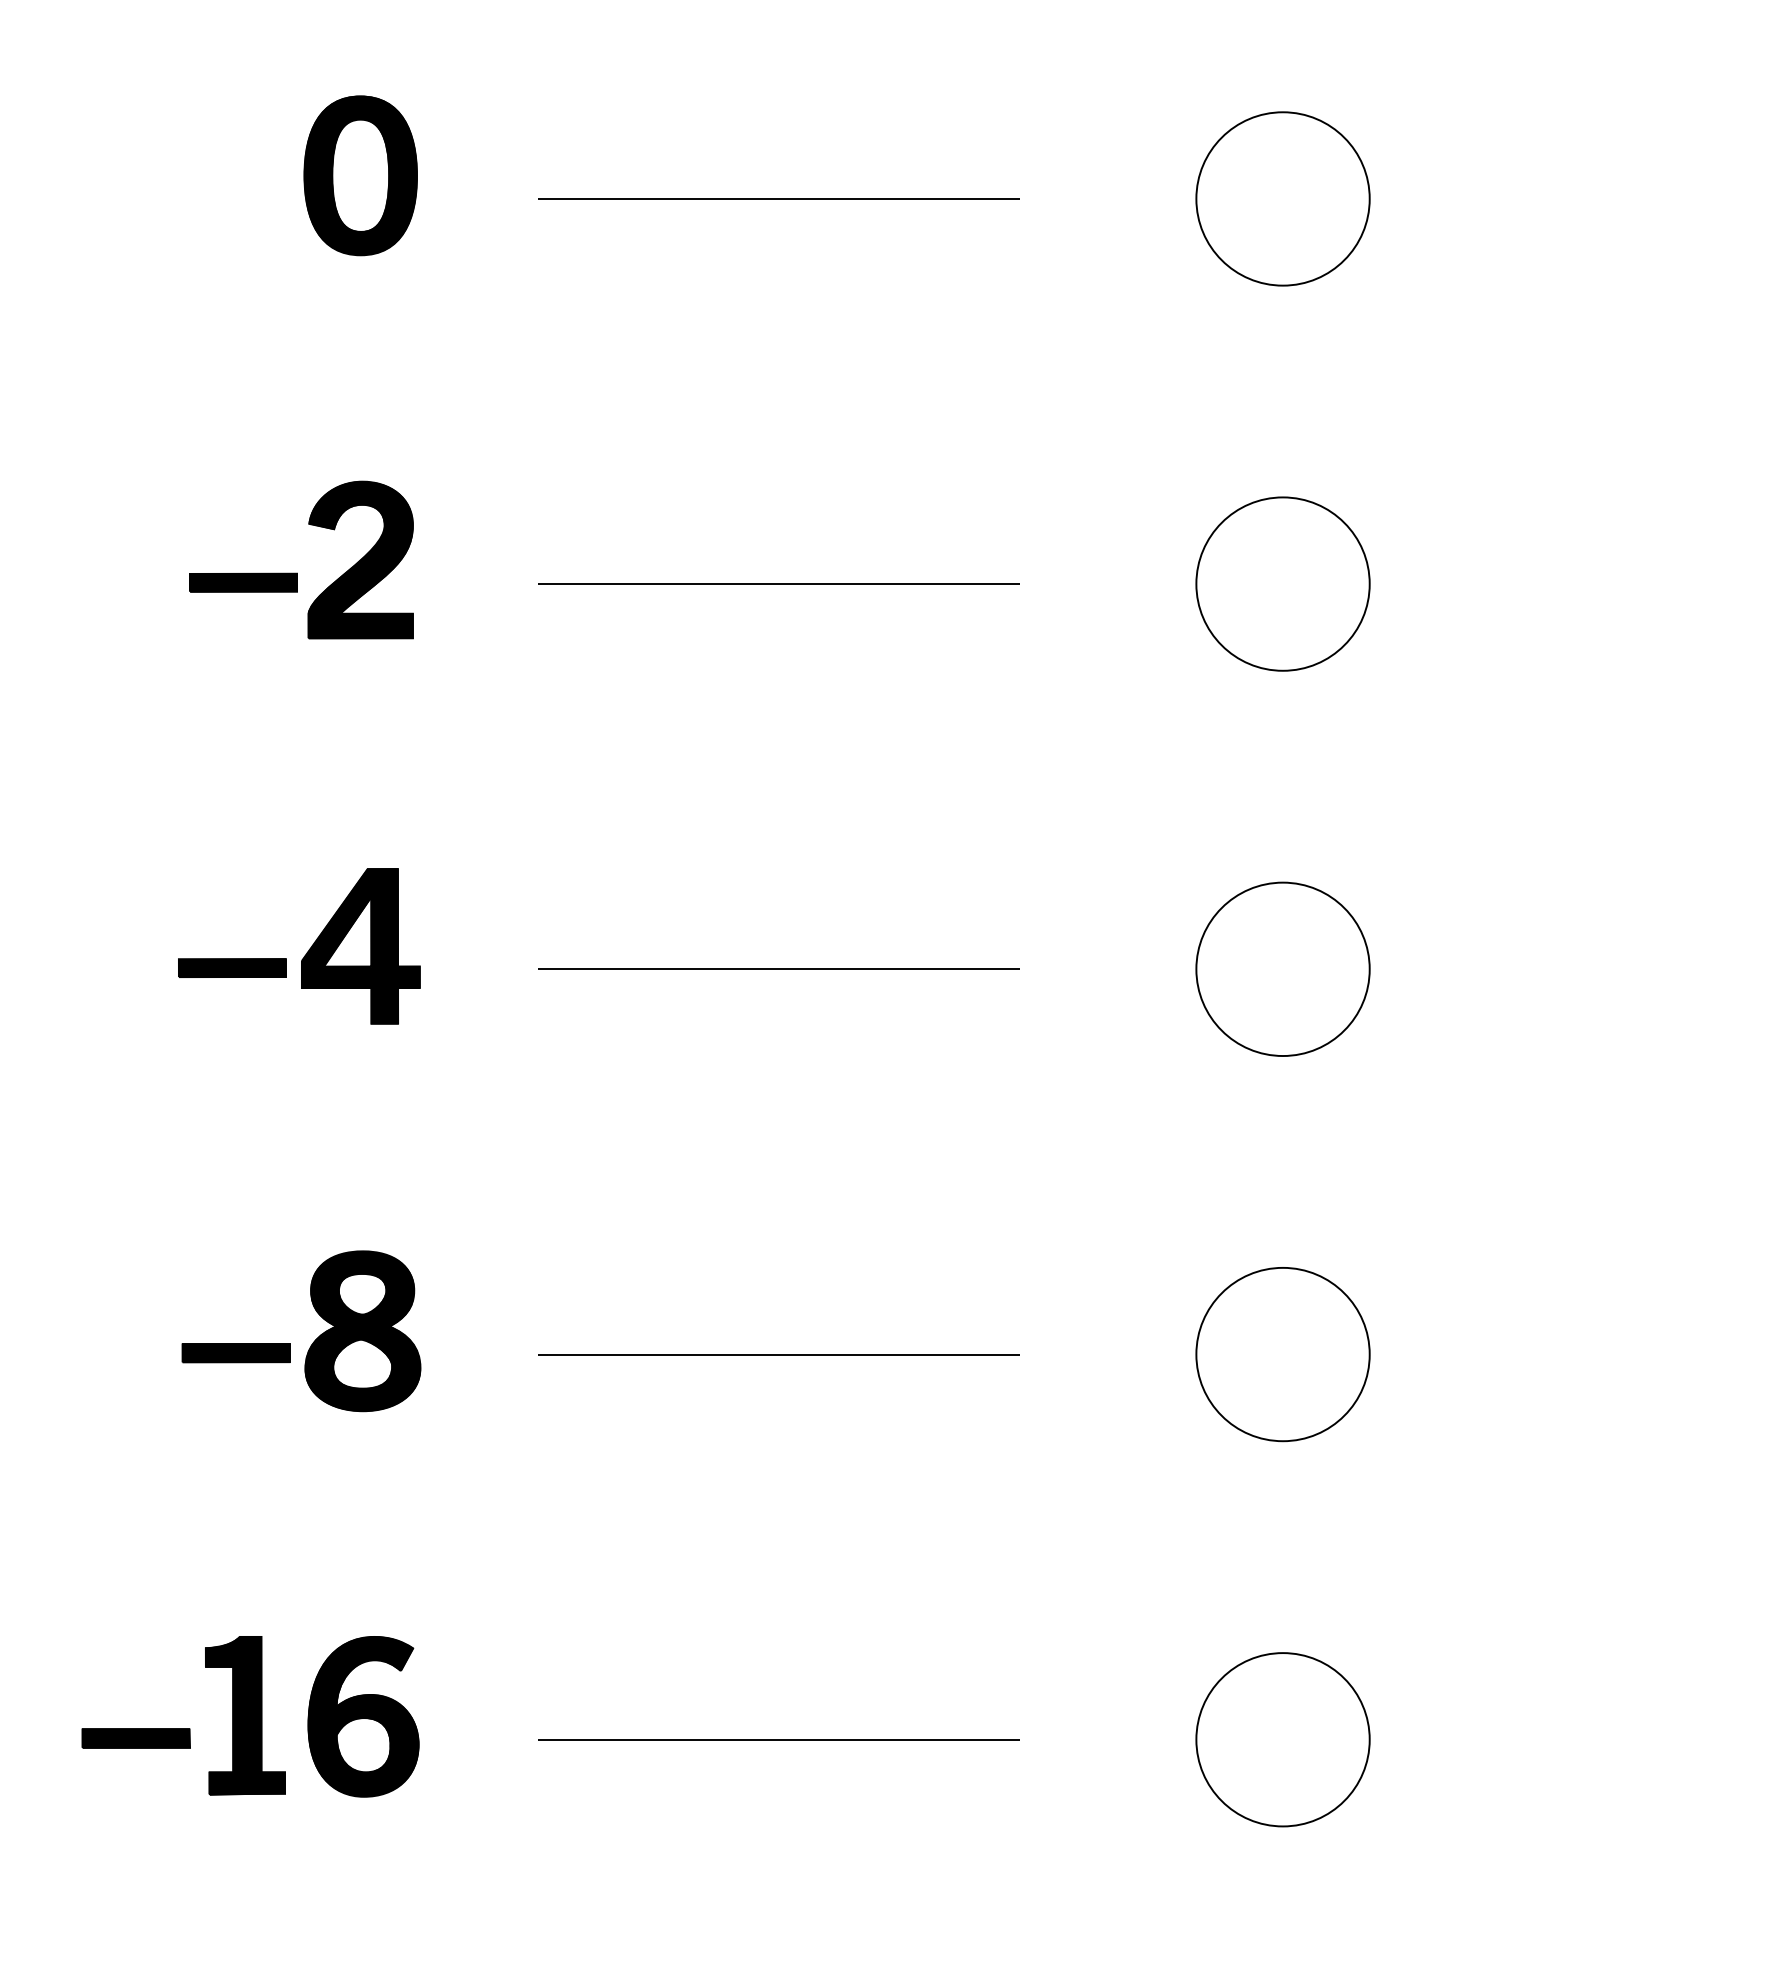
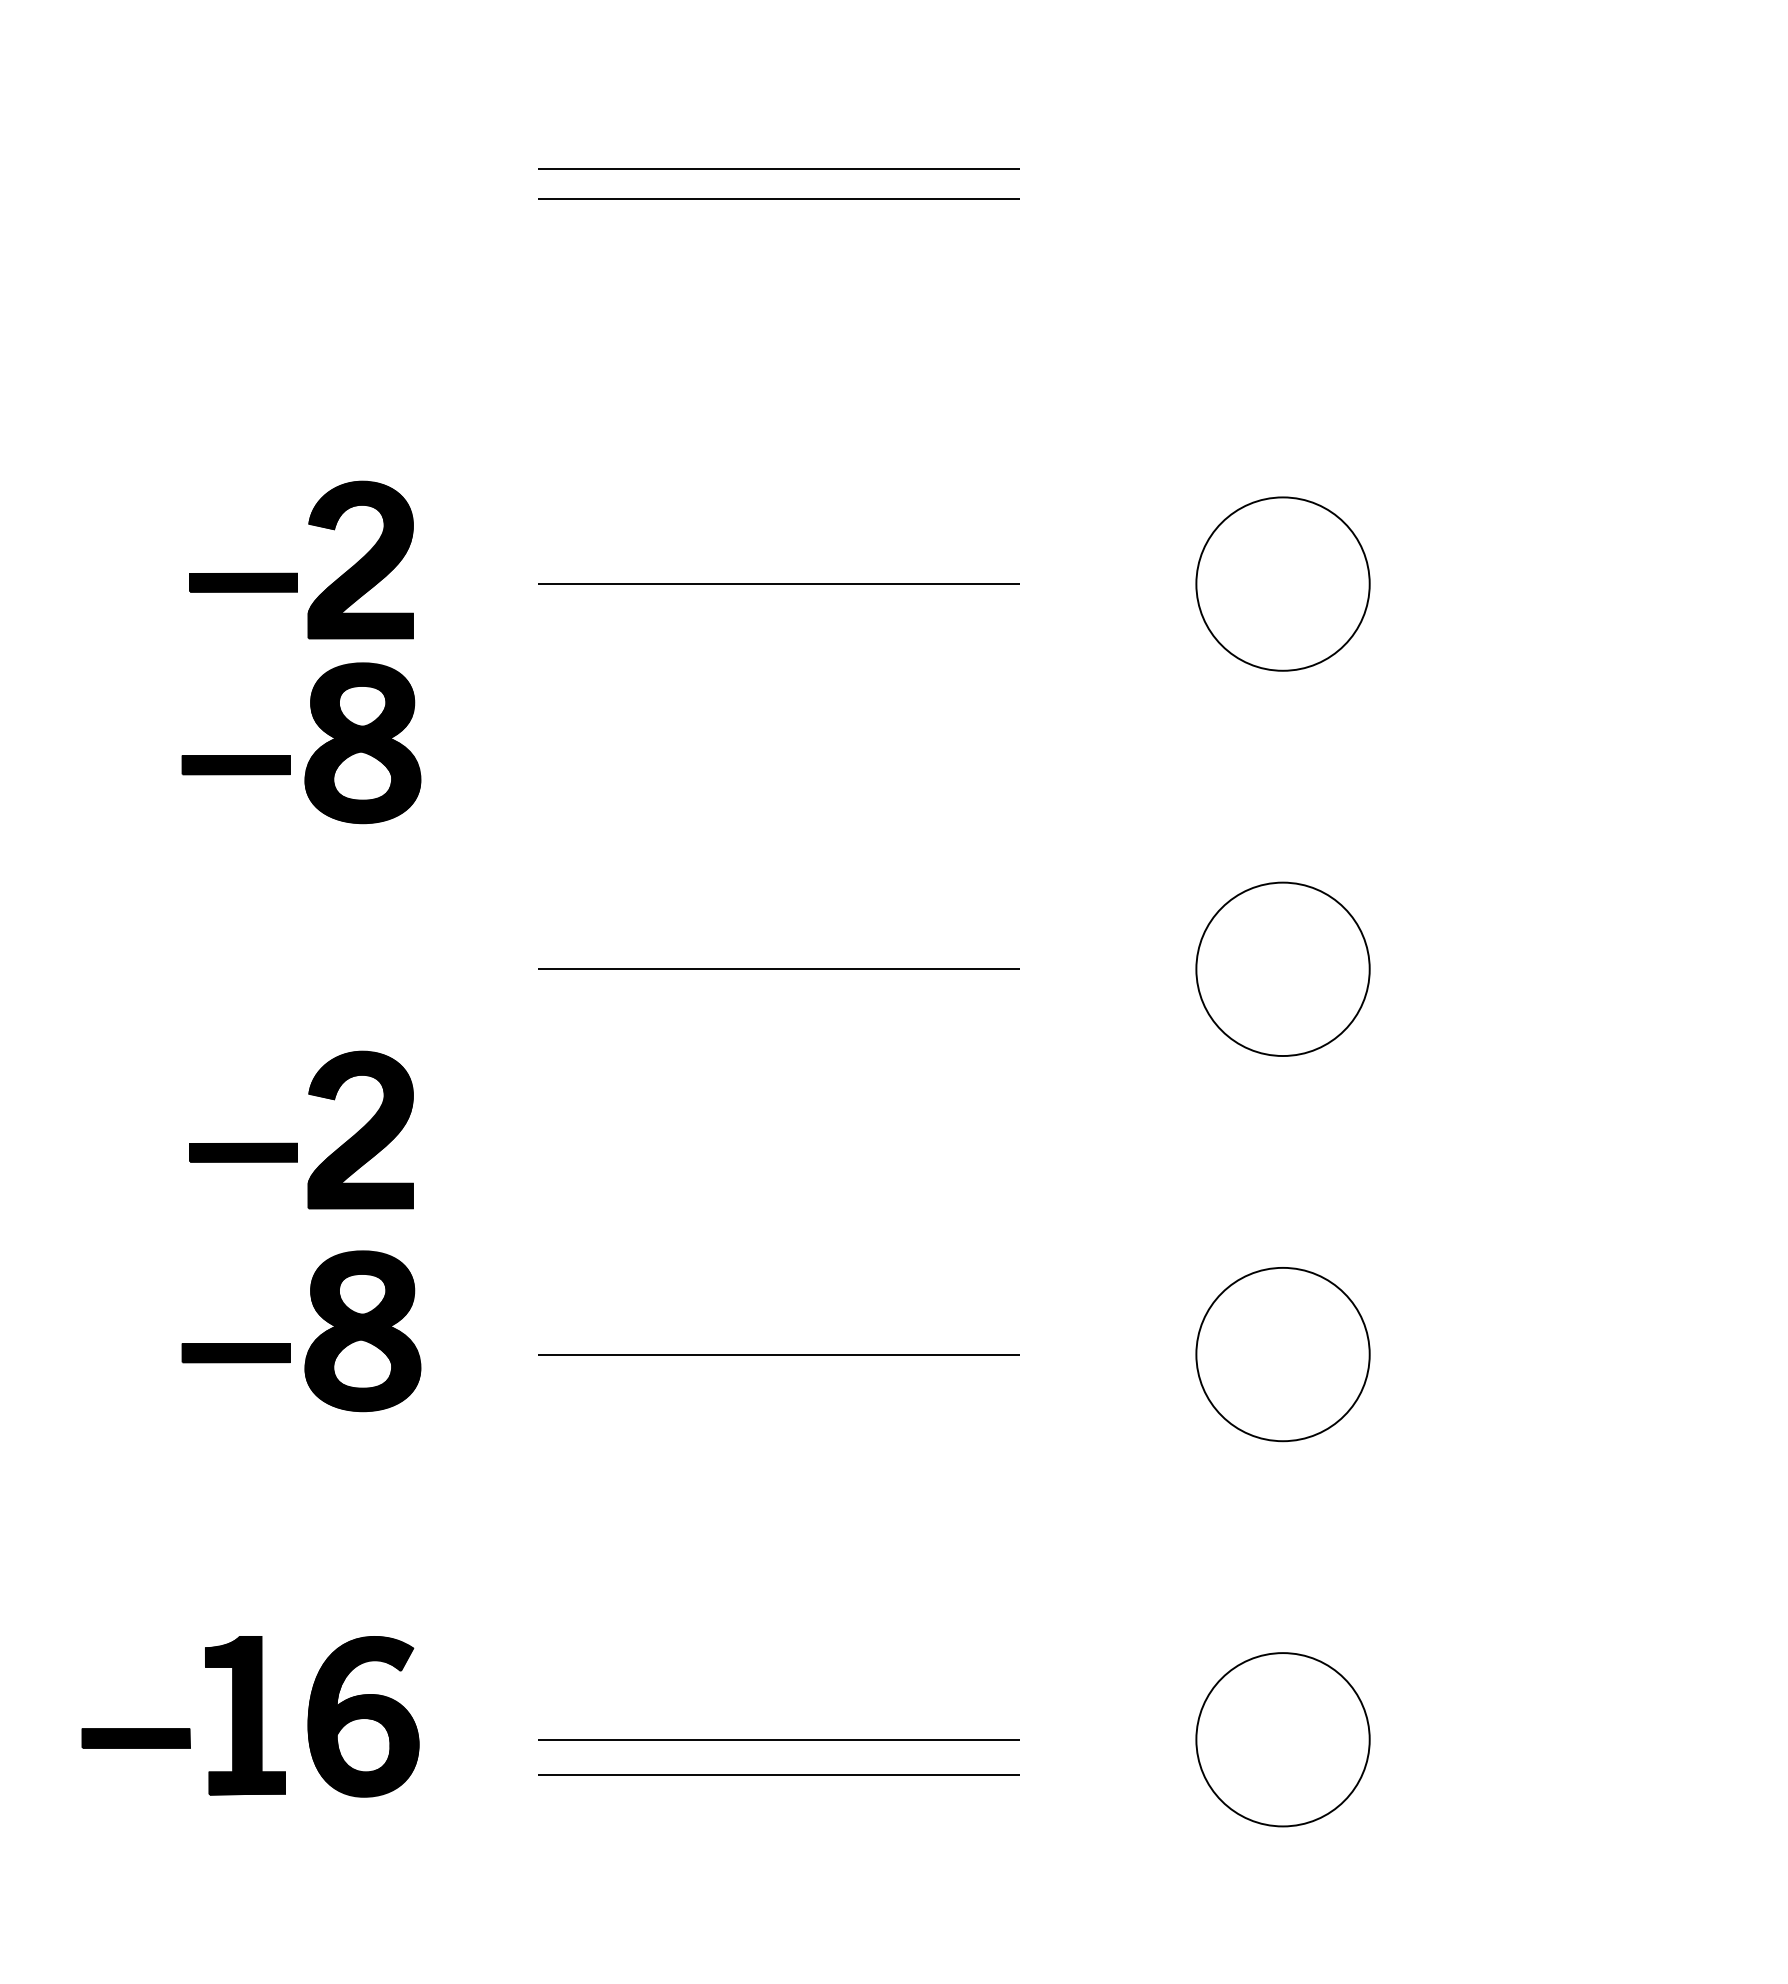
line at (778, 168): none -> present
part at (360, 175): present -> none
part at (1282, 198): present -> none
part at (312, 754): none -> present
part at (306, 952): present -> none
part at (297, 1142): none -> present
line at (778, 1774): none -> present
